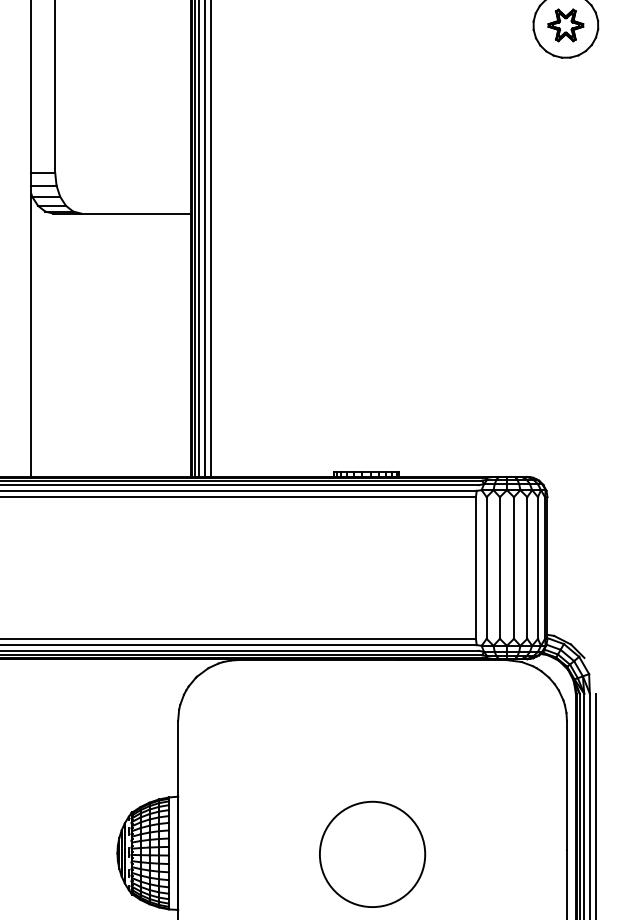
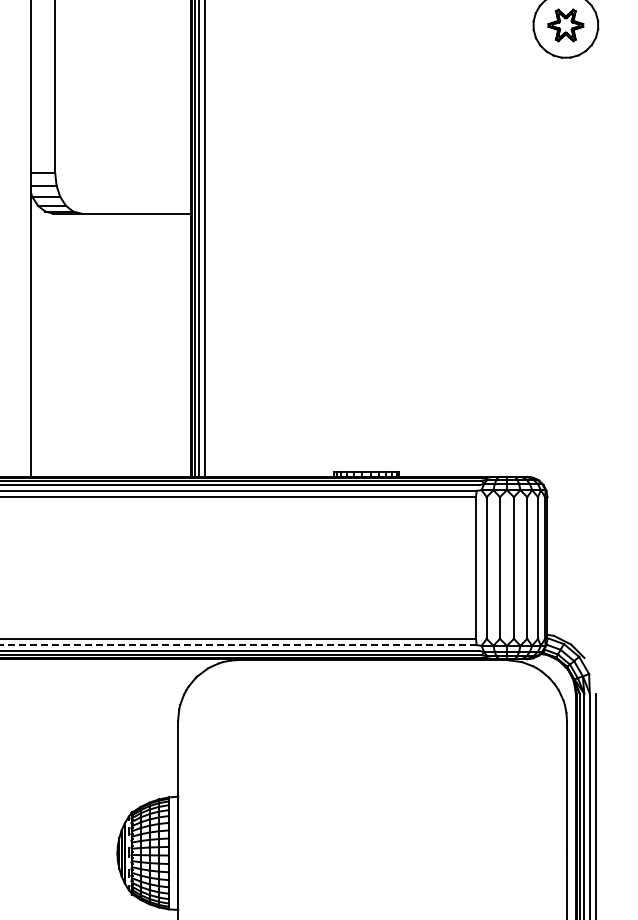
line at (211, 239): present -> none
line at (238, 645): solid -> dashed
circle at (372, 853): present -> none
